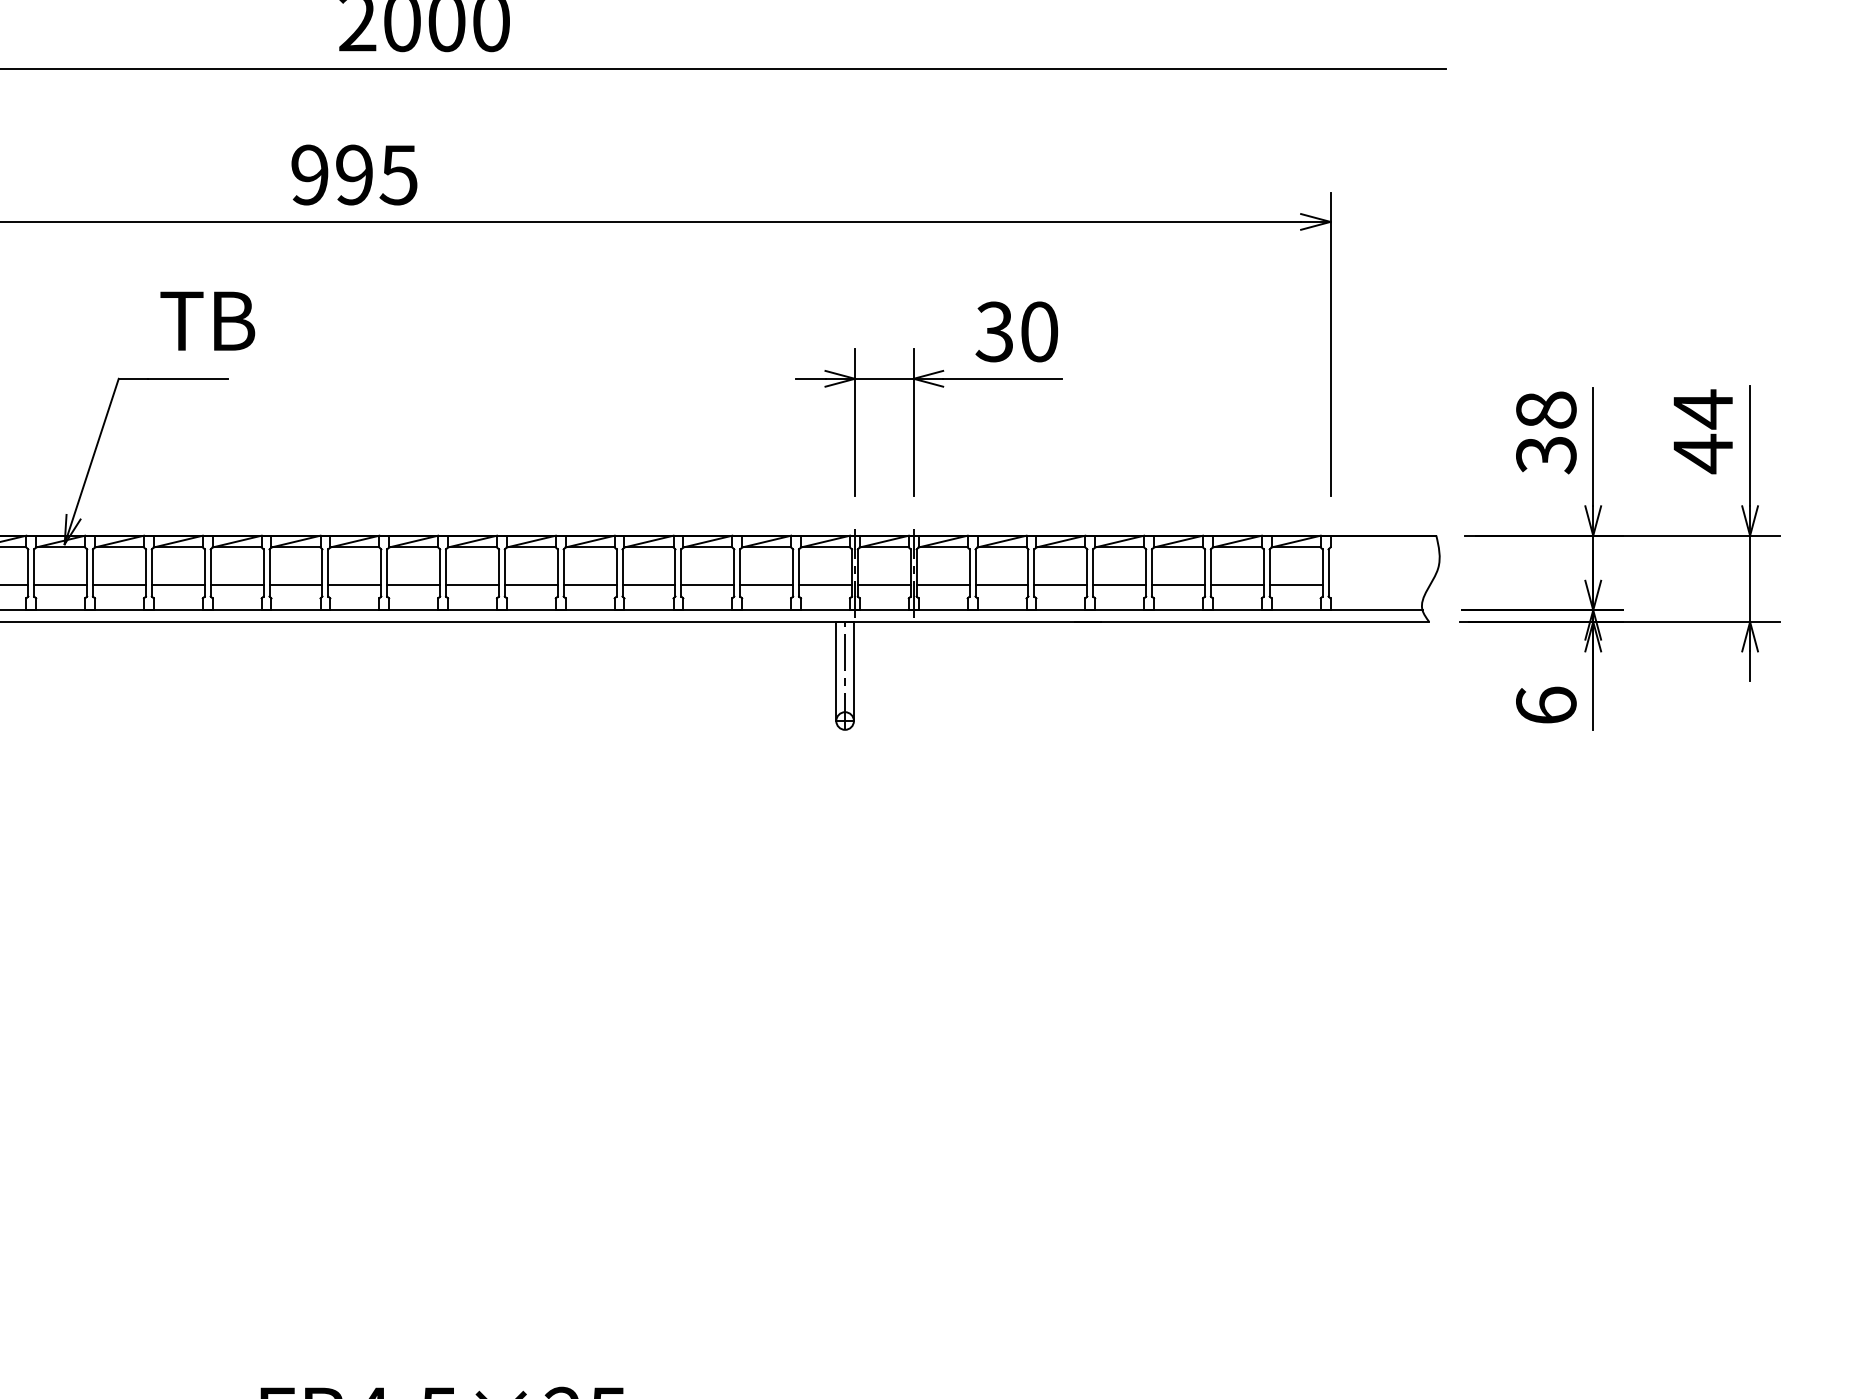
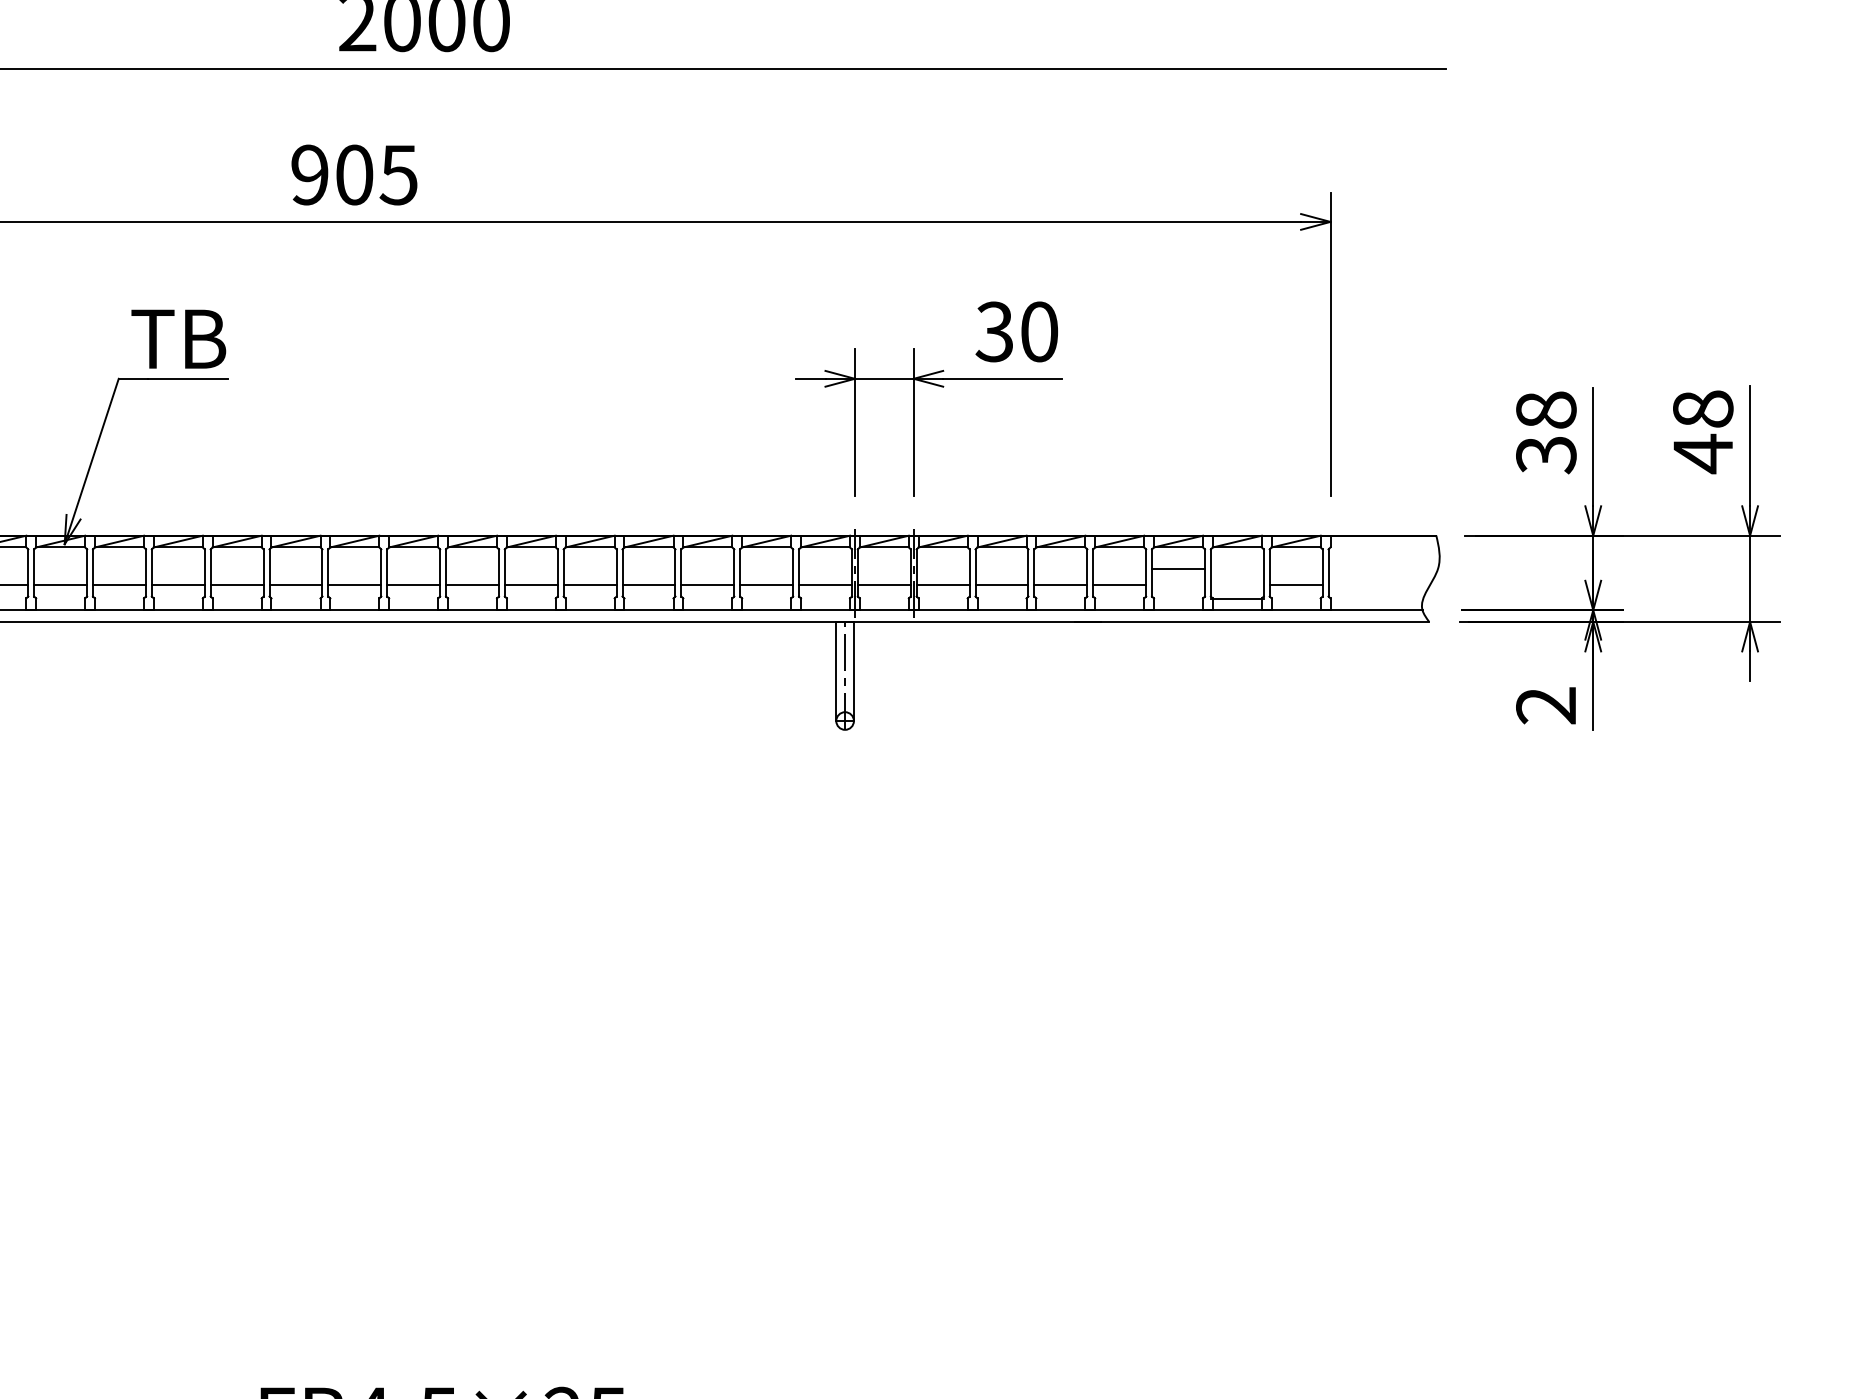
text at (354, 174): 995 -> 905
text at (207, 320) position: (207, 320) -> (178, 338)
text at (1703, 409): 44 -> 48
line at (1178, 584) position: (1178, 584) -> (1178, 568)
line at (1236, 584) position: (1236, 584) -> (1236, 598)
text at (1546, 705): 6 -> 2
